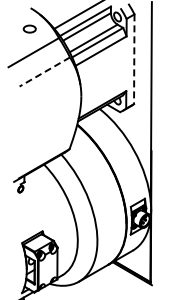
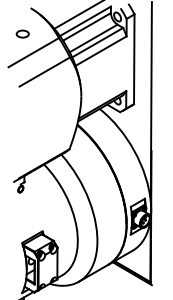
part at (29, 28) position: (29, 28) -> (22, 33)
line at (134, 59): dashed -> solid
line at (44, 72): dashed -> solid
